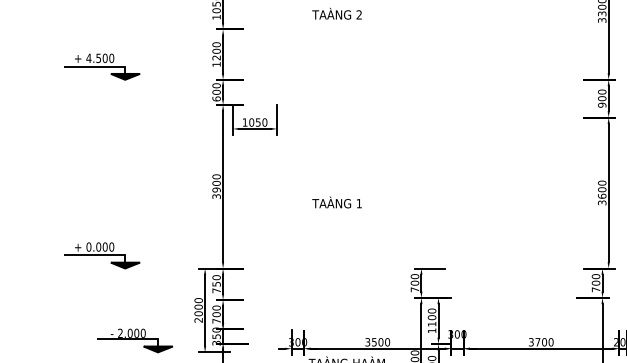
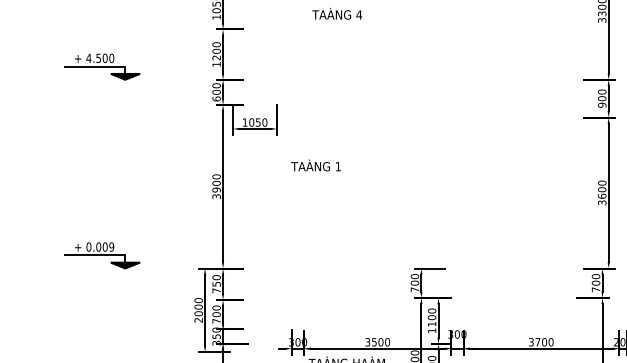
text at (359, 14): 2 -> 4
text at (336, 202) position: (336, 202) -> (315, 165)
text at (111, 246): 0.000 -> 0.009
part at (134, 340): present -> none
